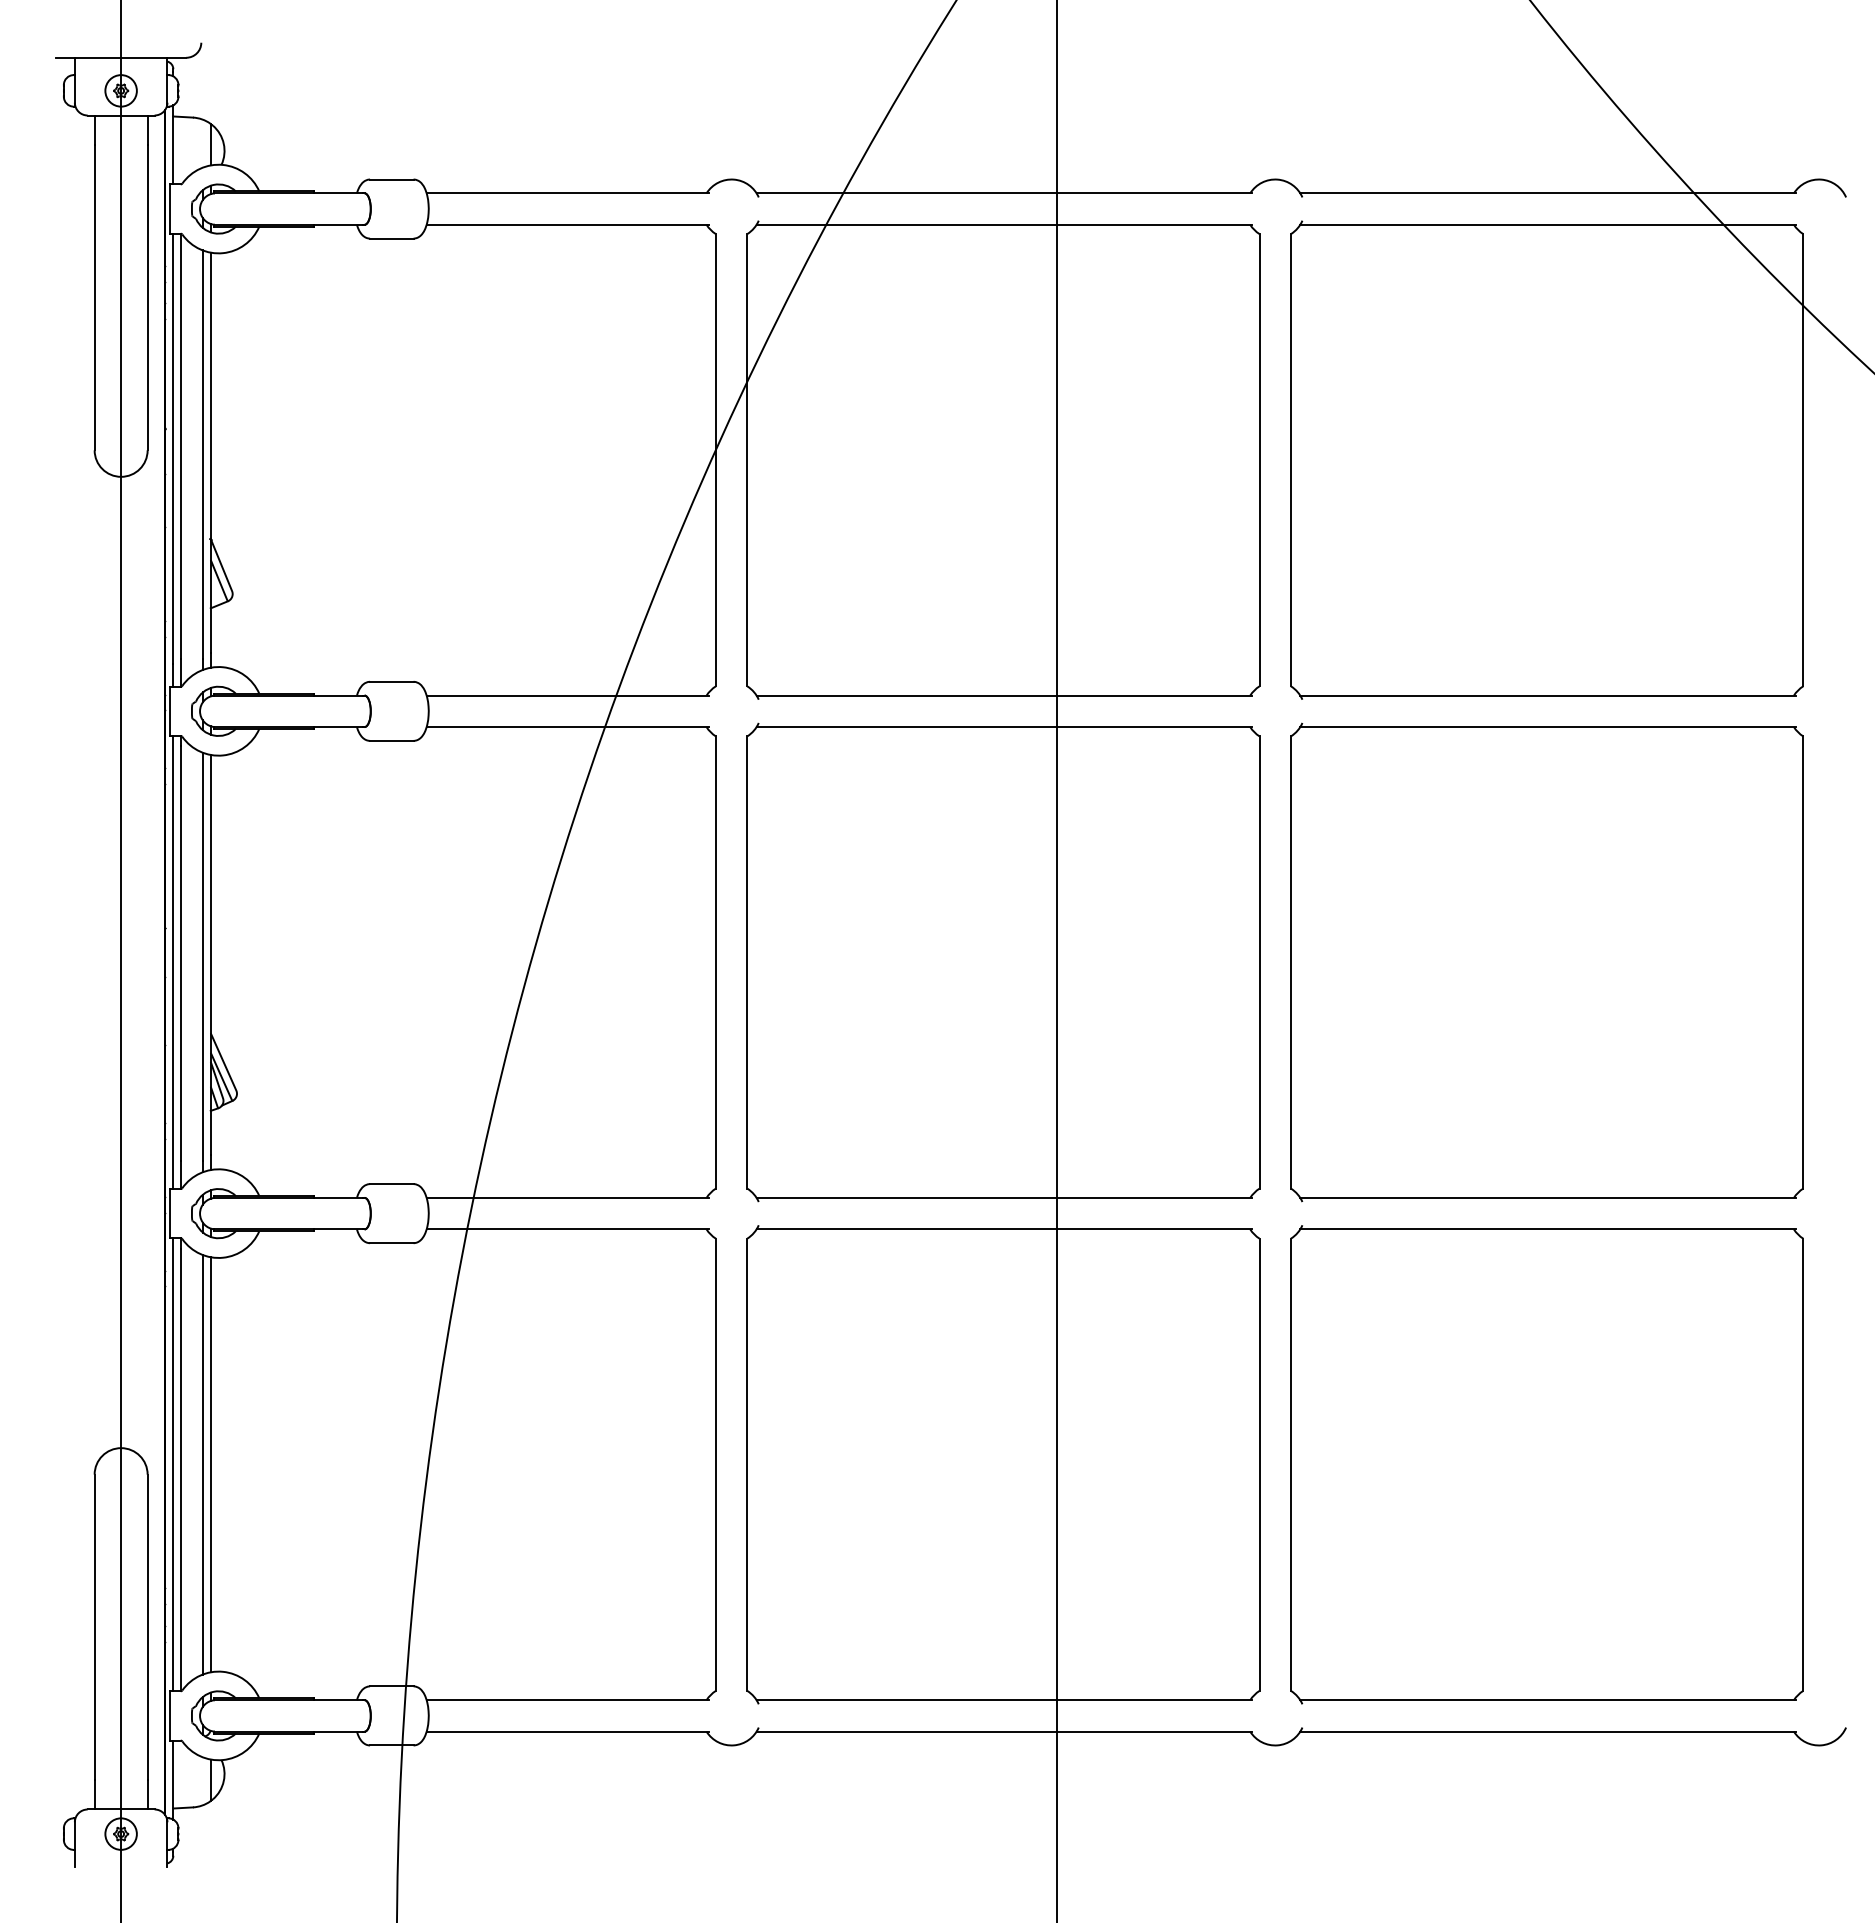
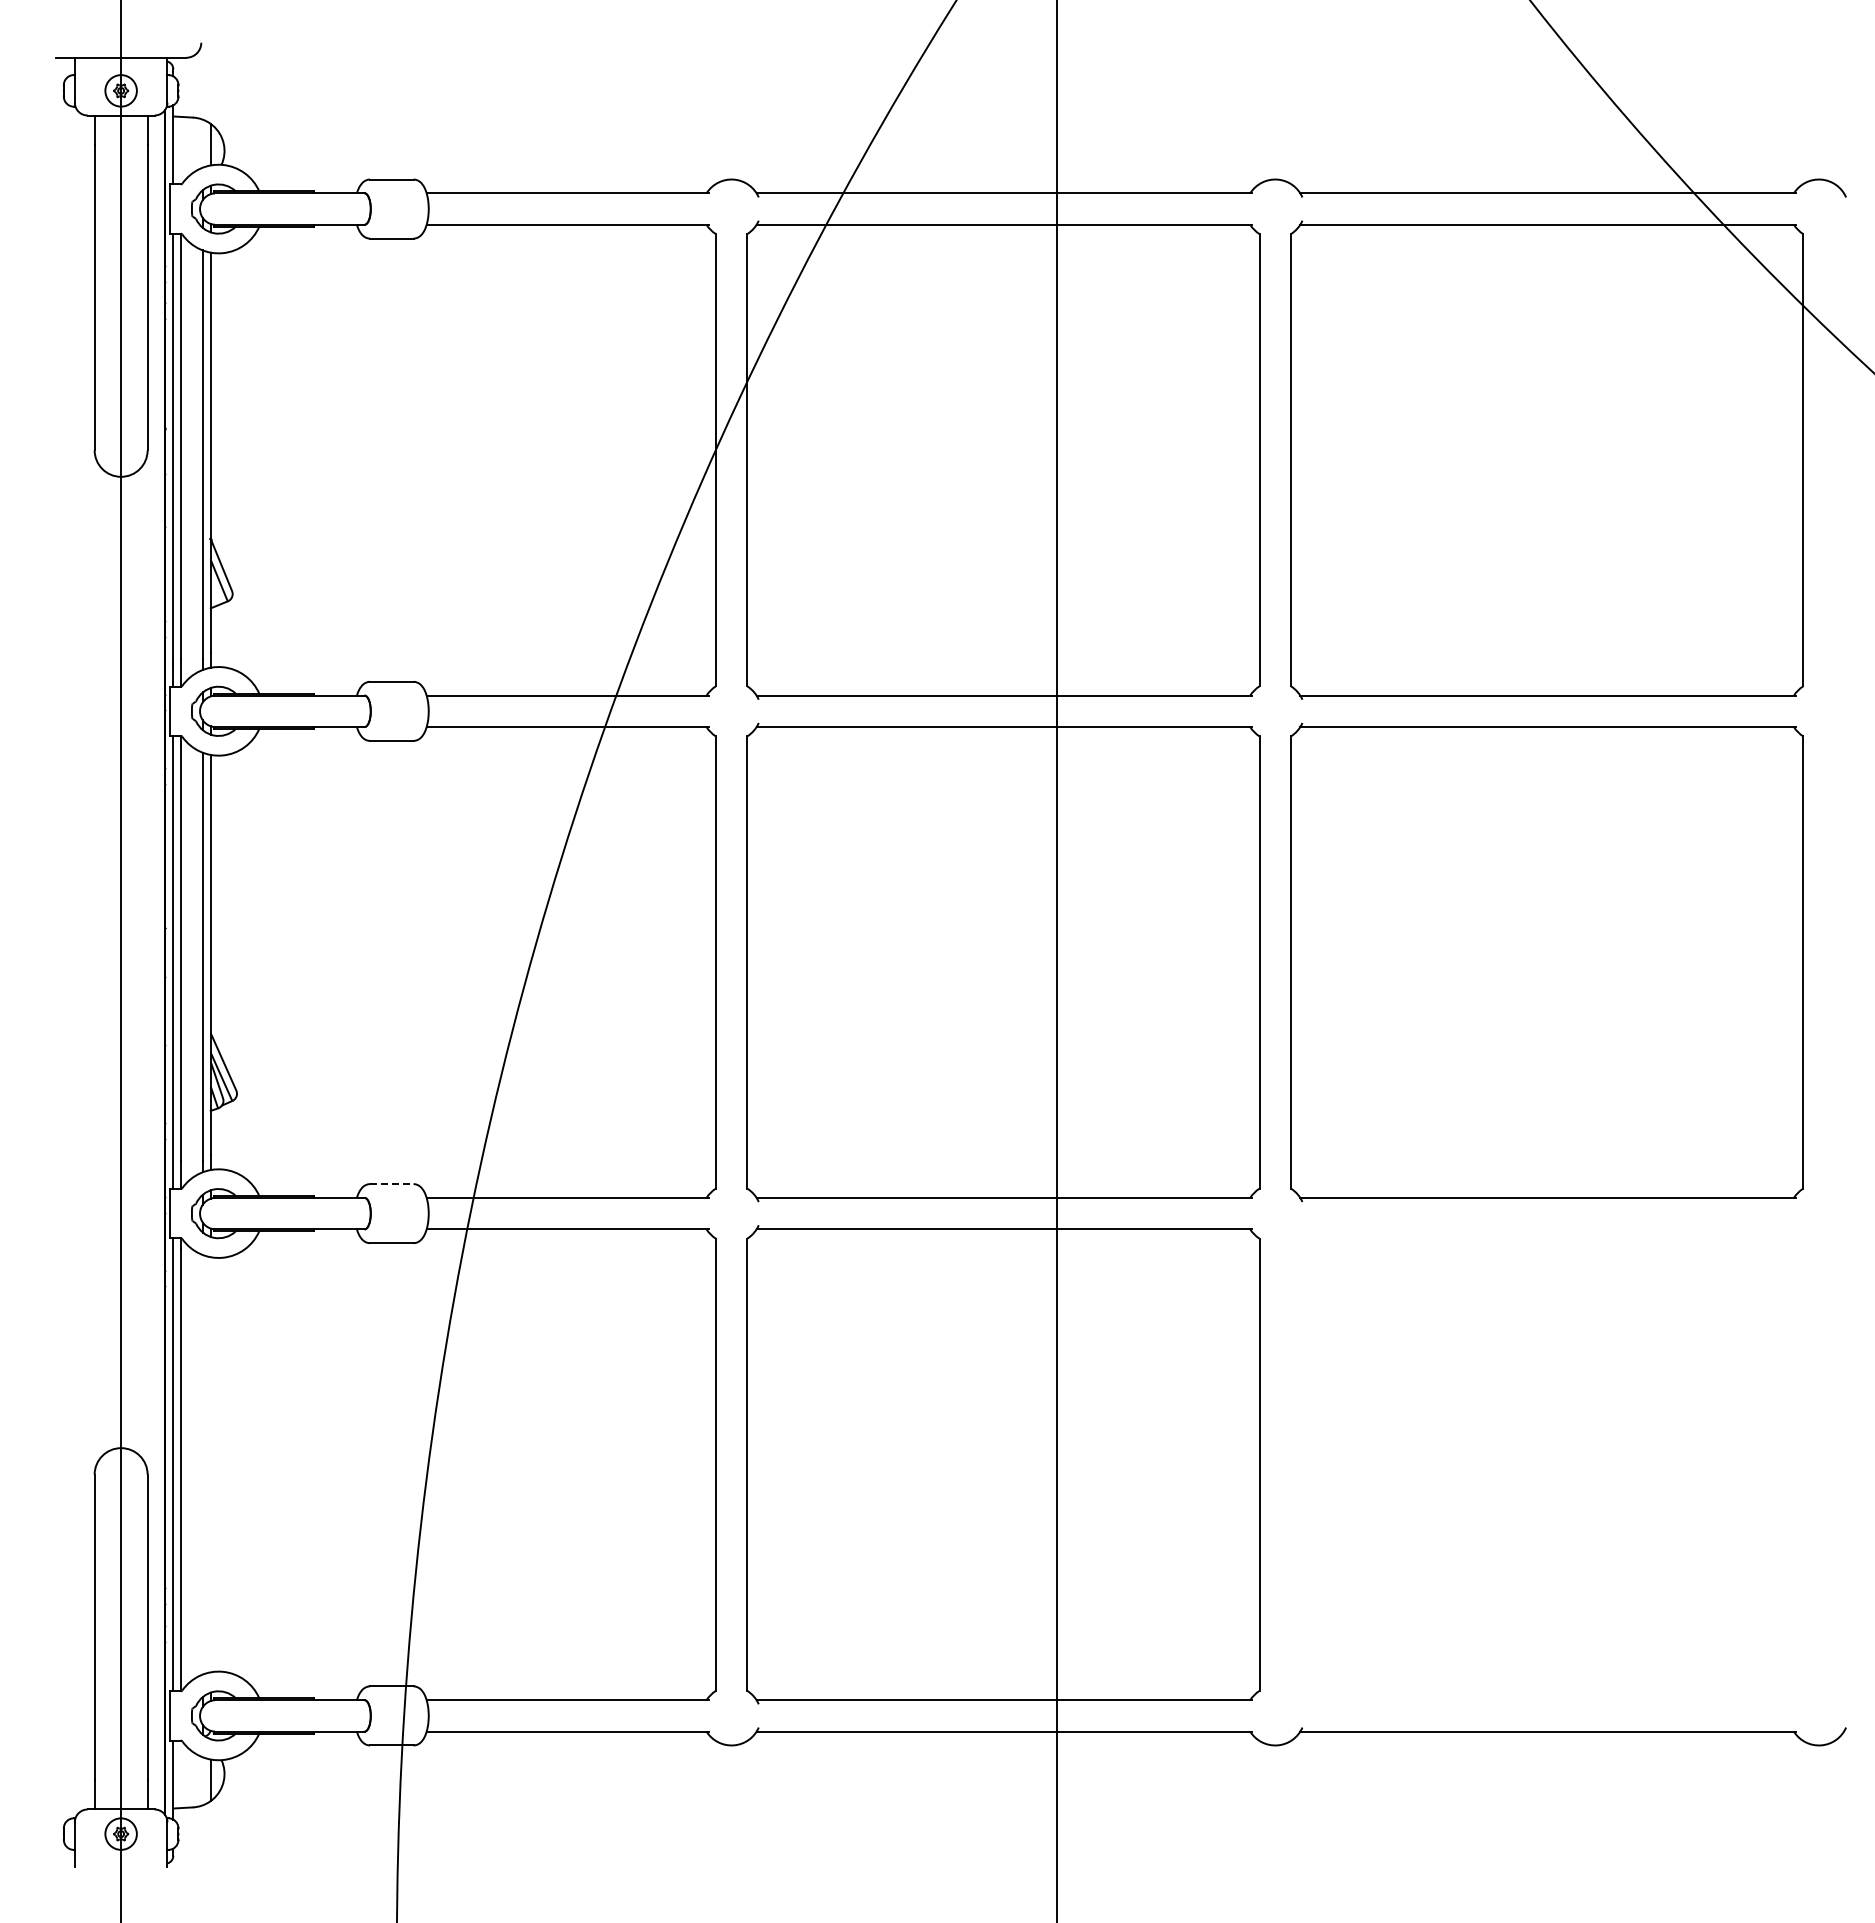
line at (391, 1184): solid -> dashed
line at (202, 1464): present -> none
line at (210, 1464): present -> none
part at (1546, 1464): present -> none
